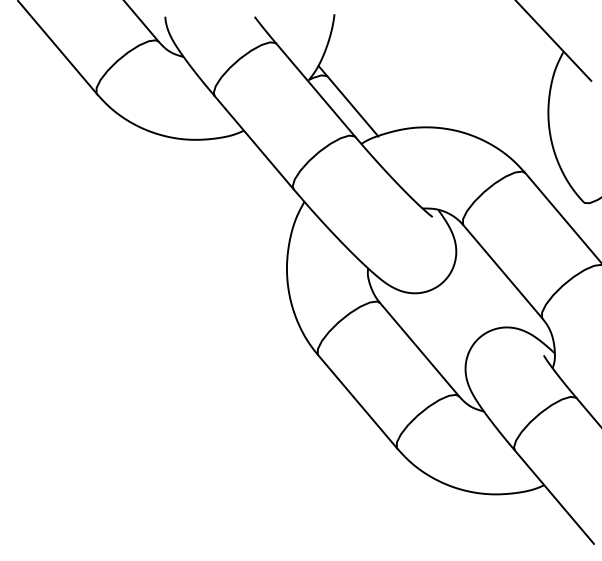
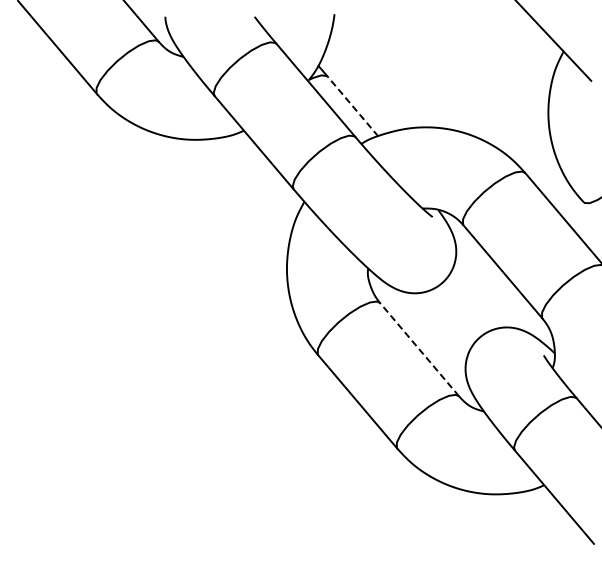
line at (352, 106): solid -> dashed
line at (419, 349): solid -> dashed
